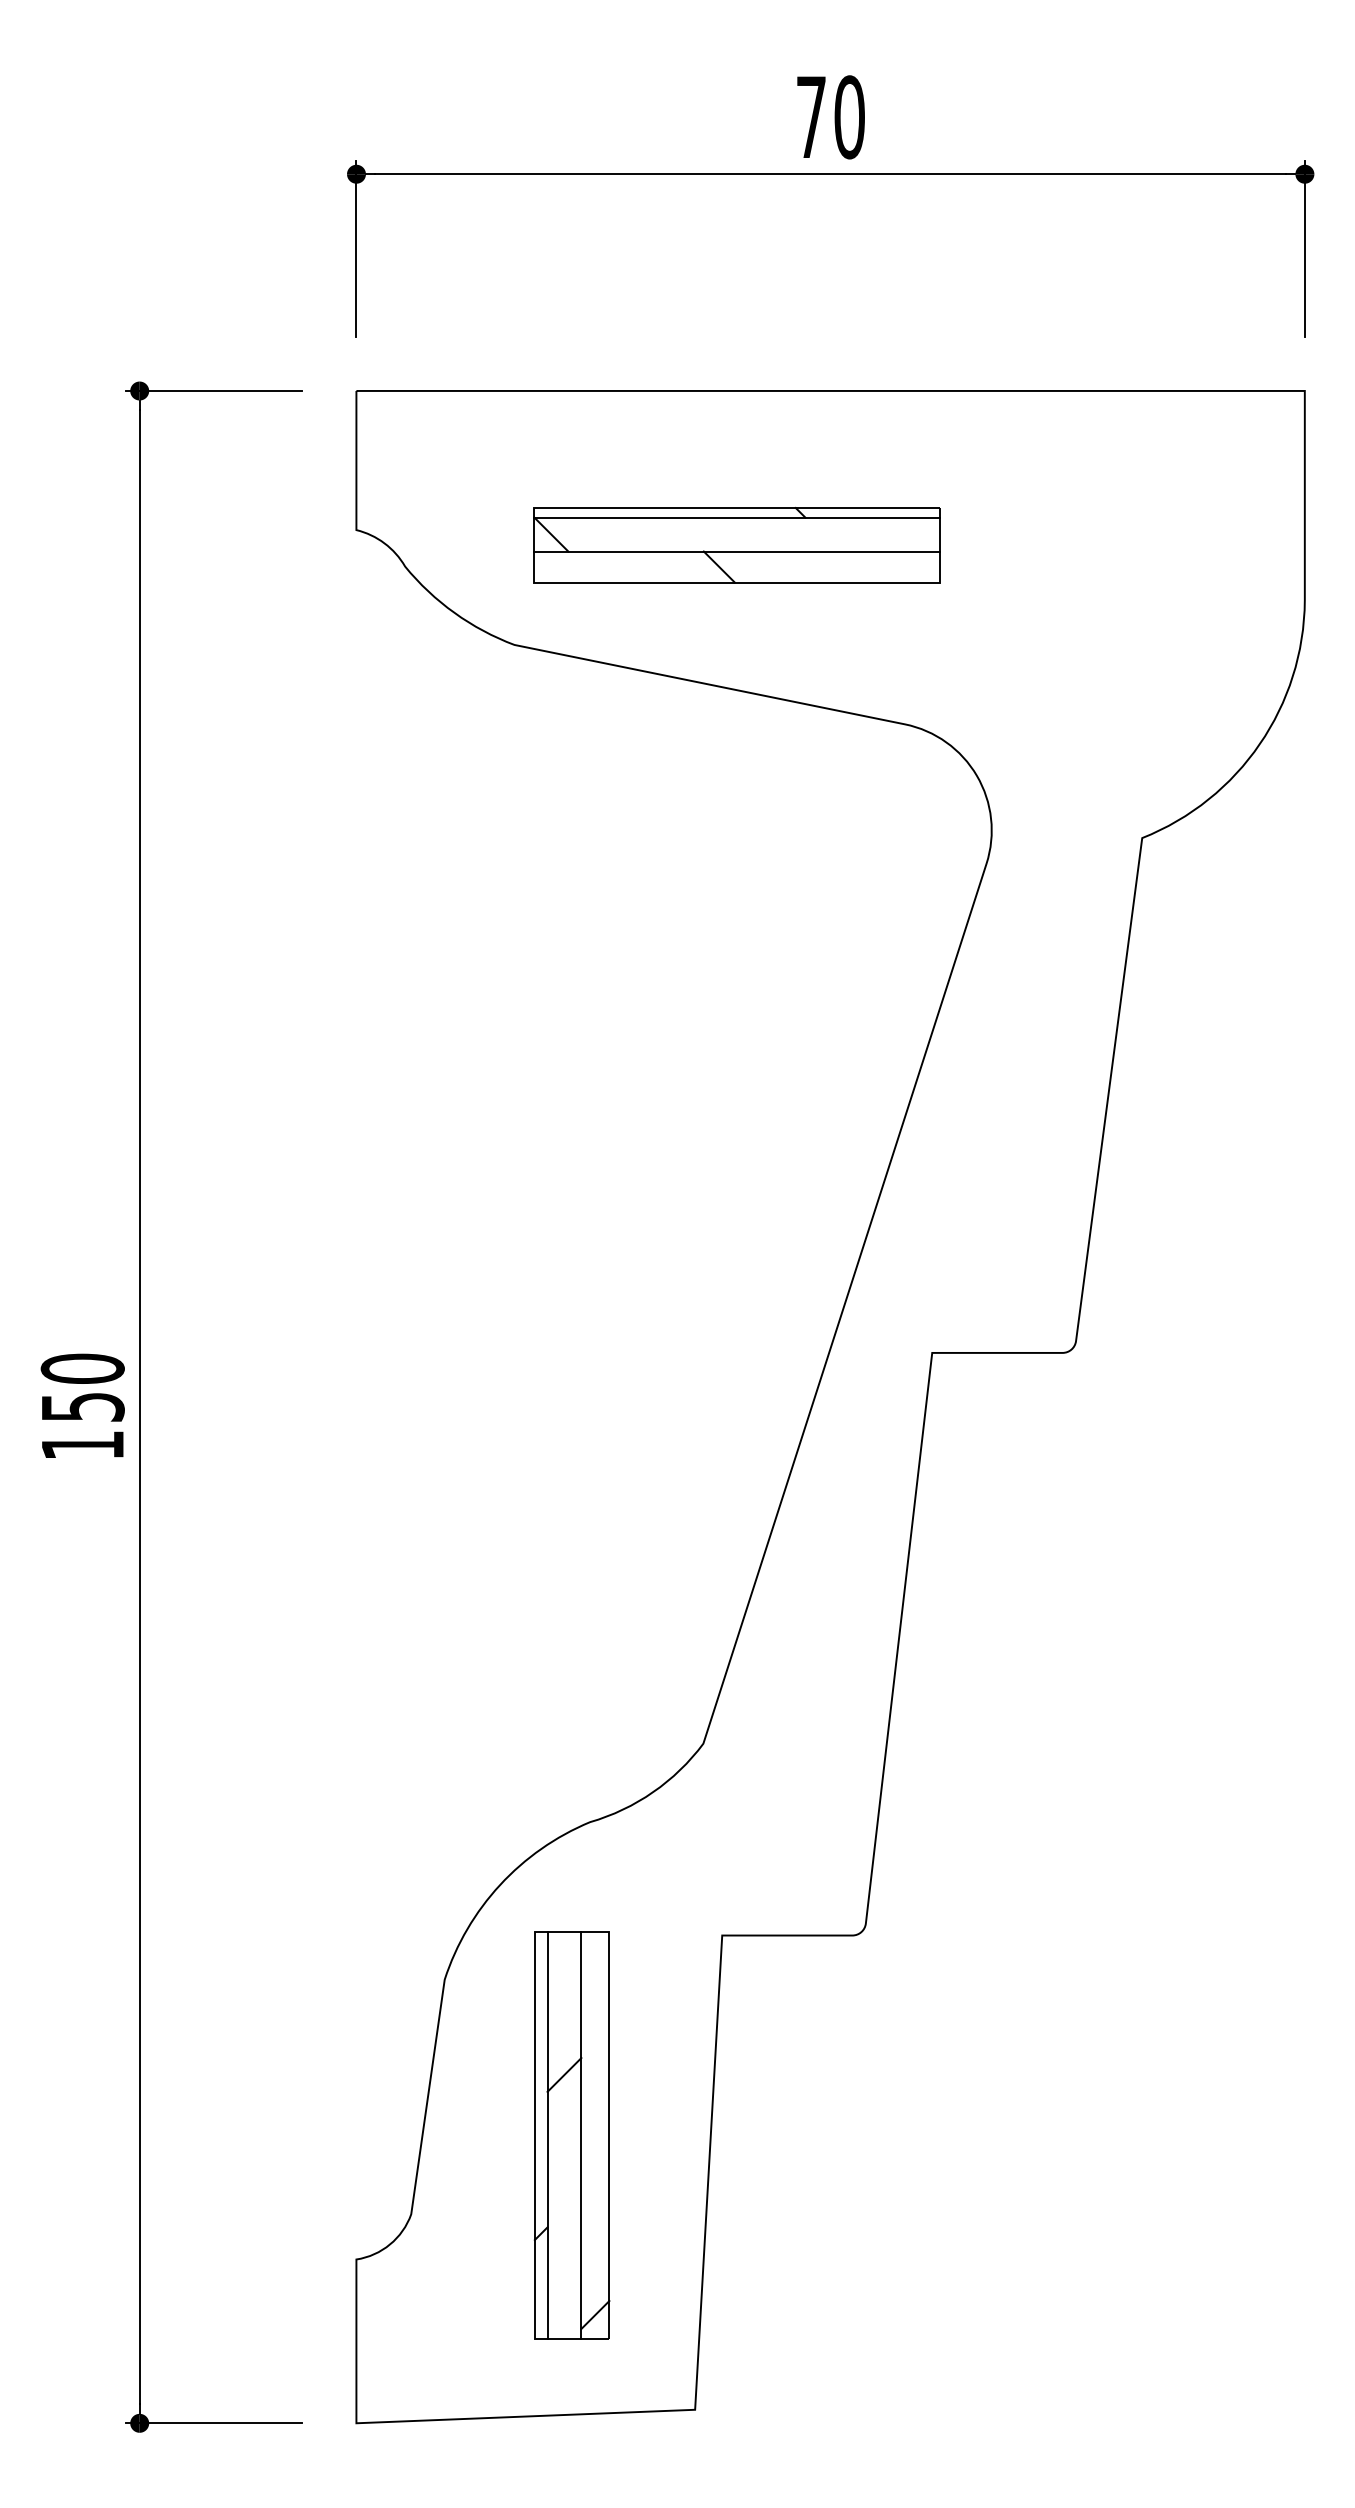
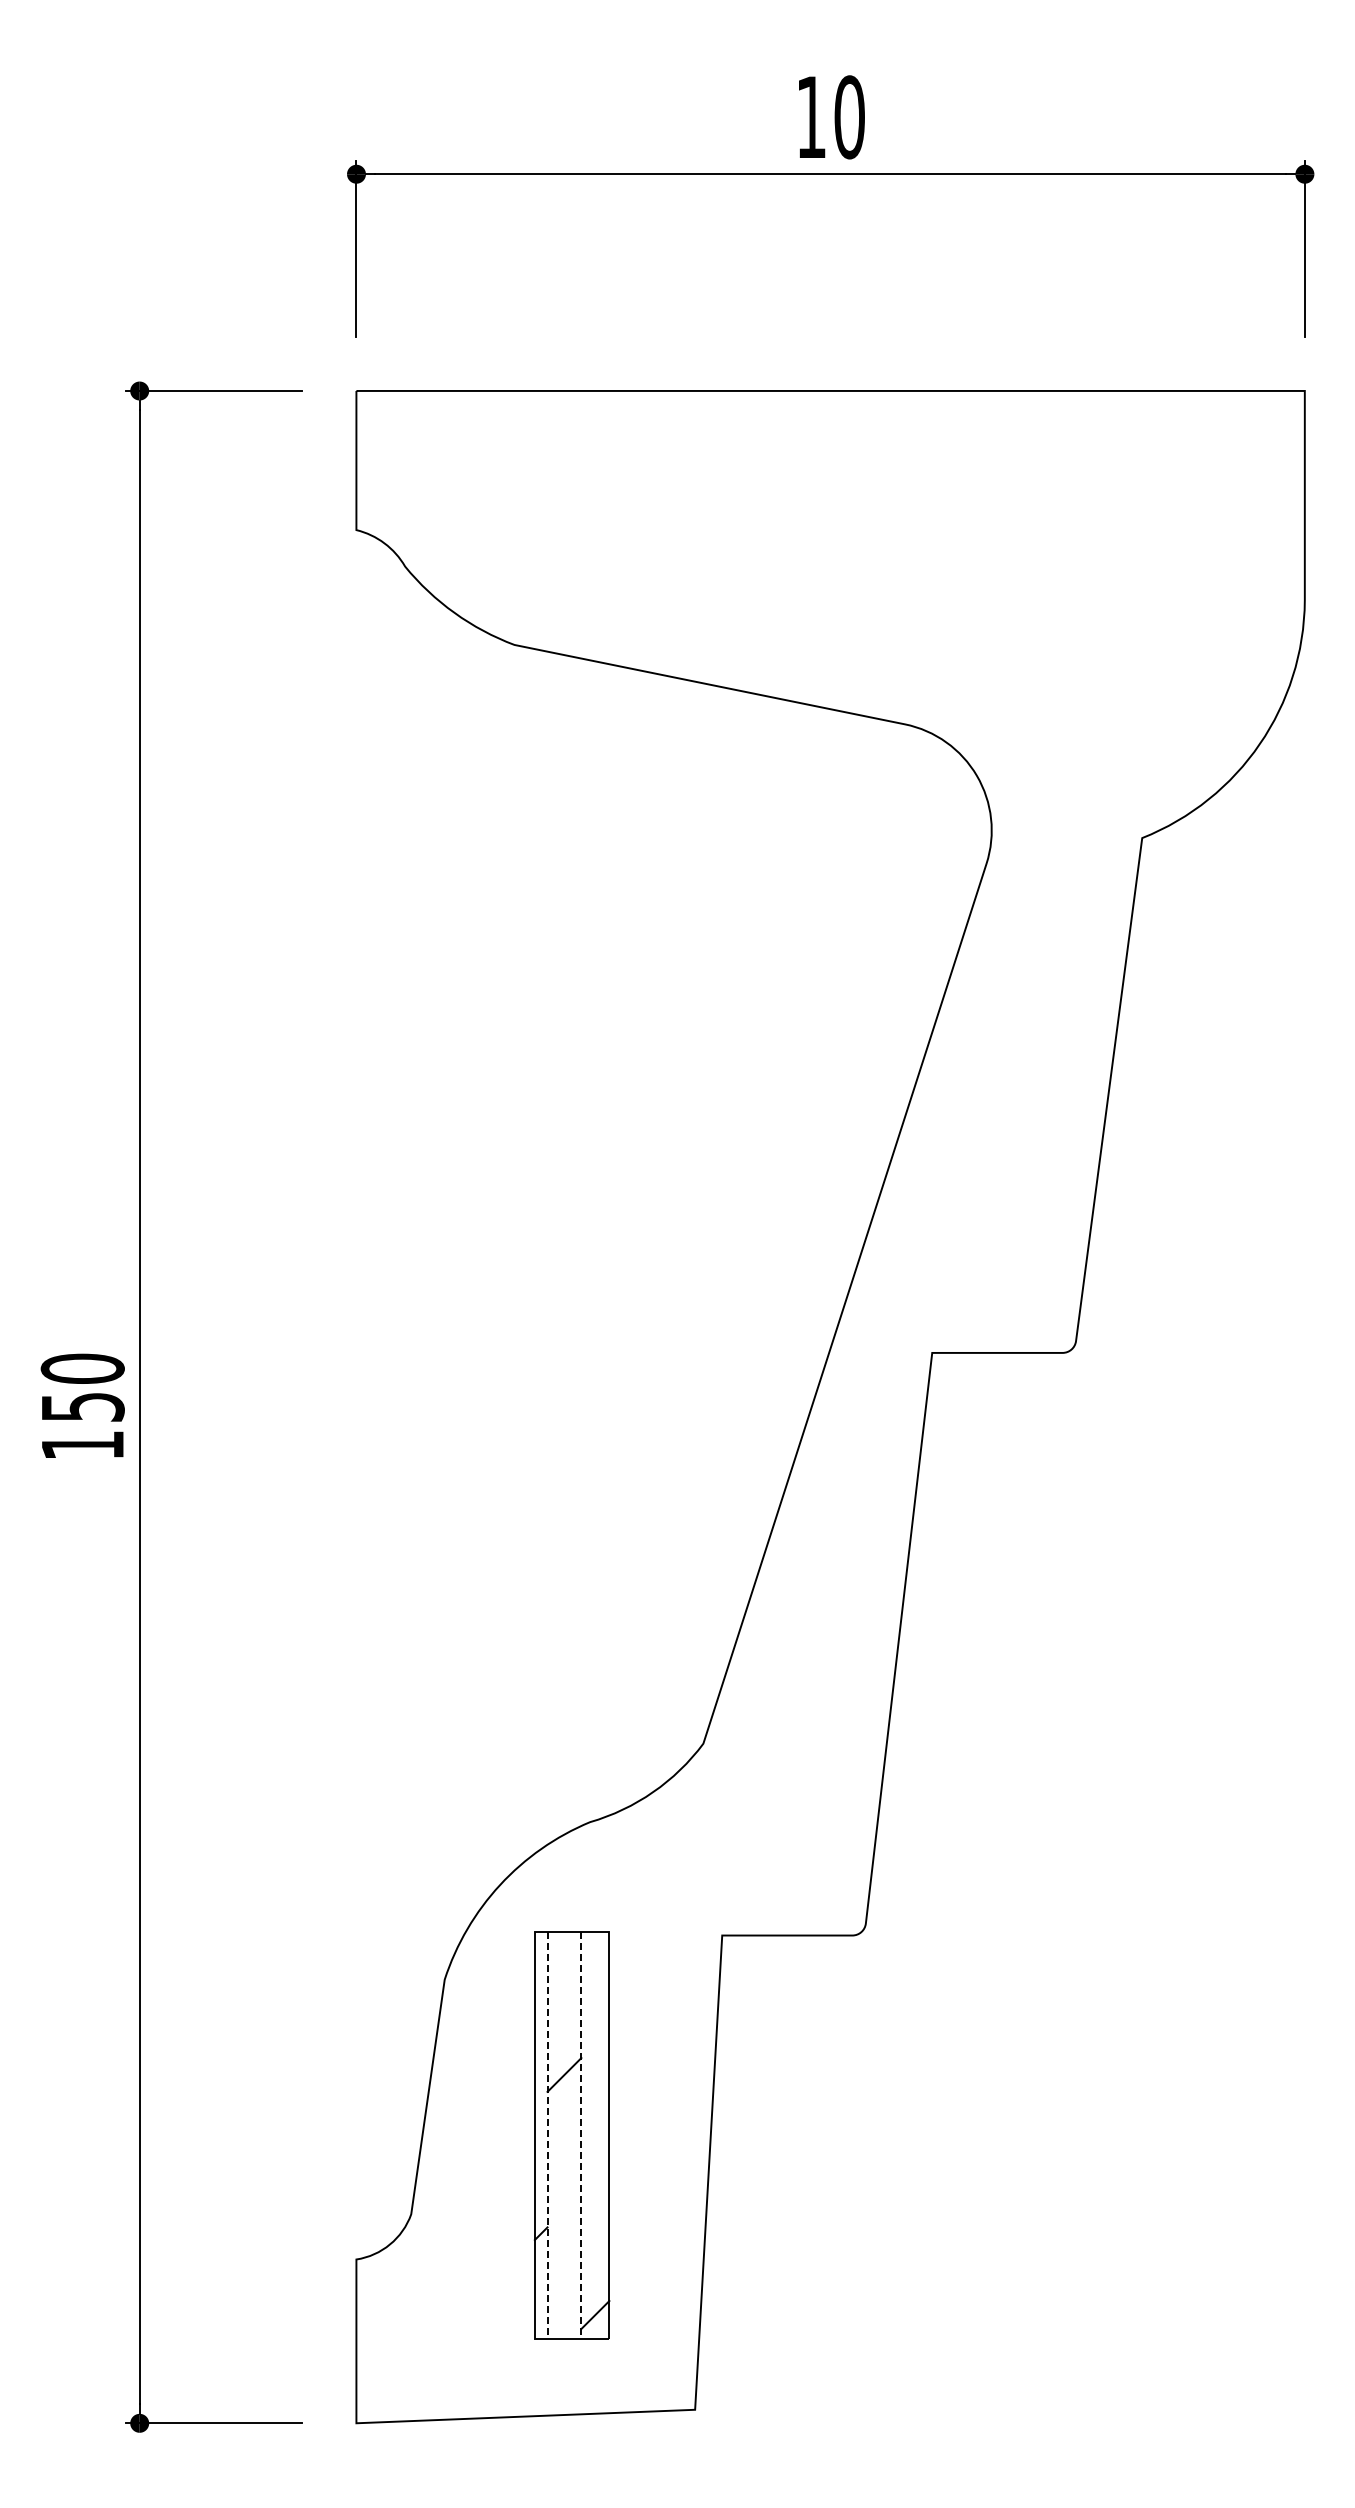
text at (811, 116): 70 -> 10
part at (736, 545): present -> none
line at (547, 2136): solid -> dashed
line at (581, 2136): solid -> dashed
